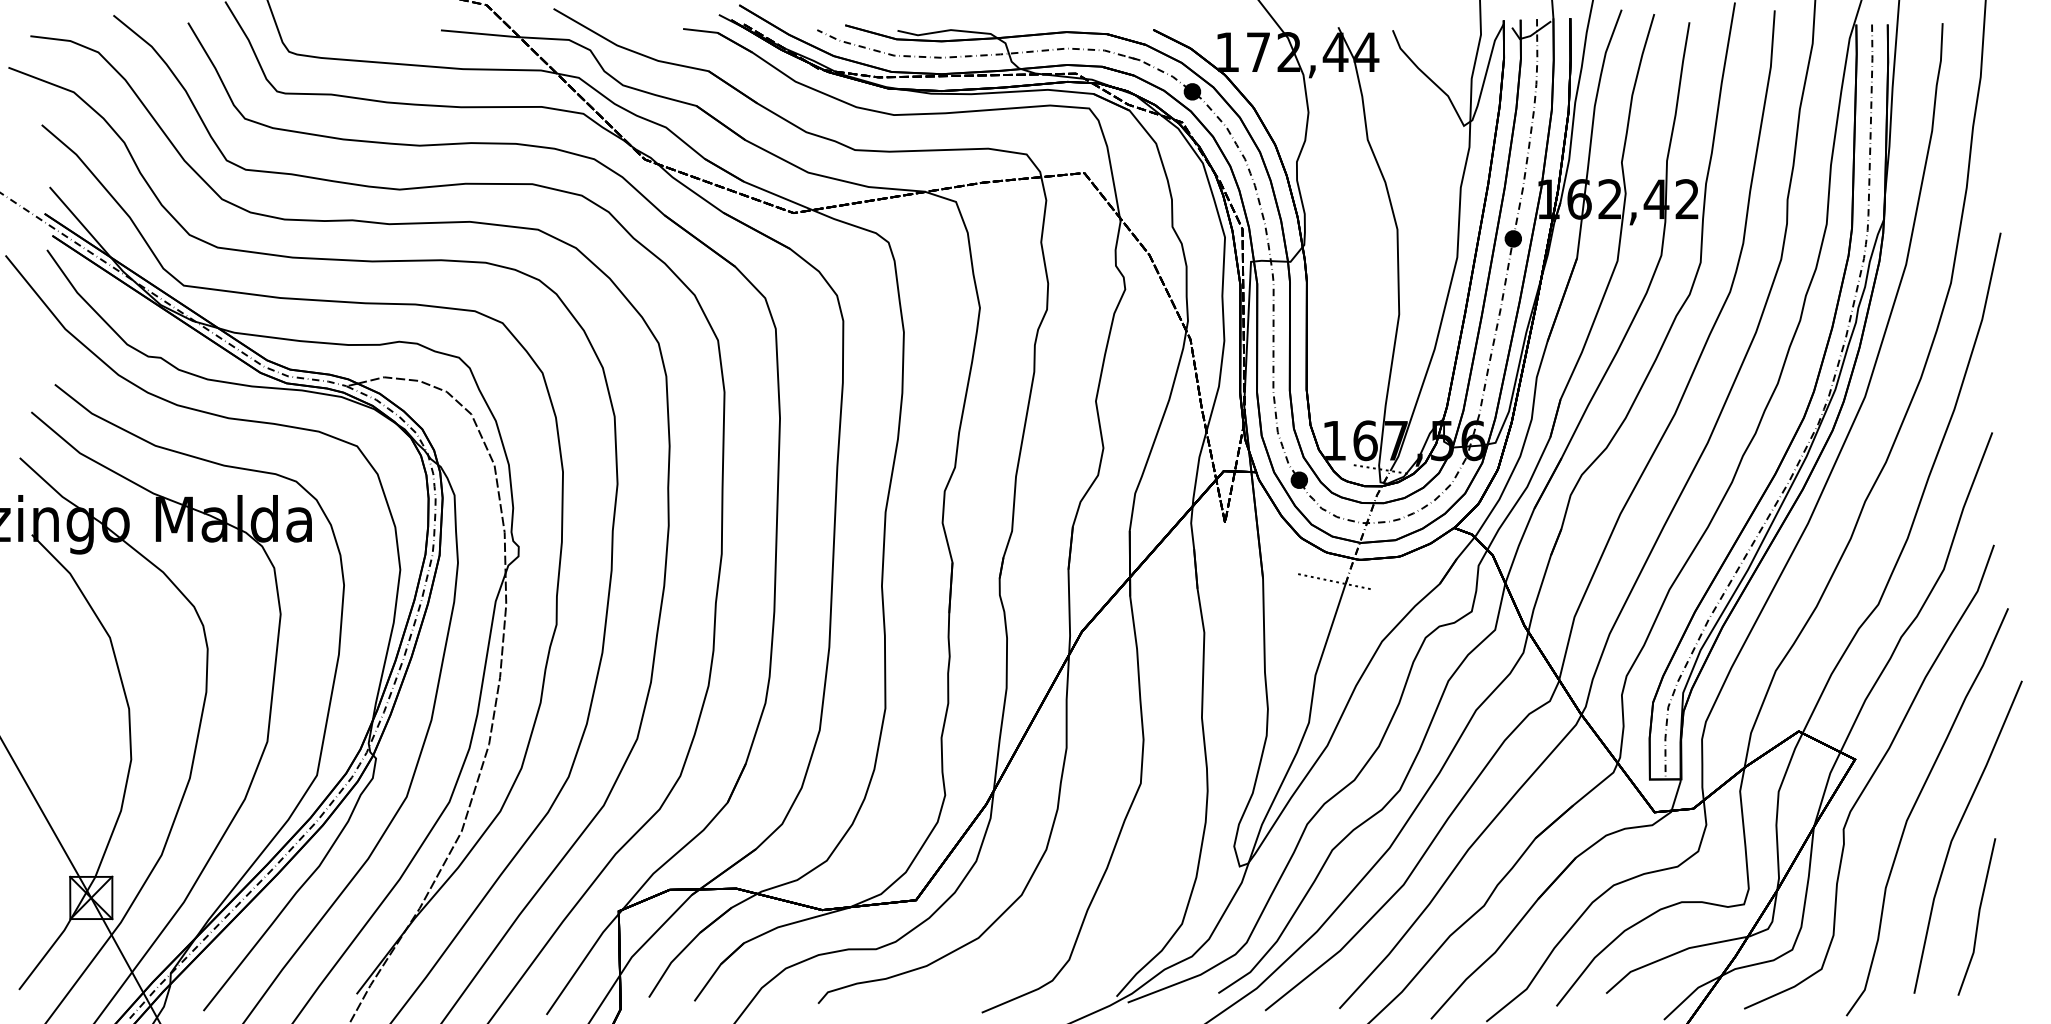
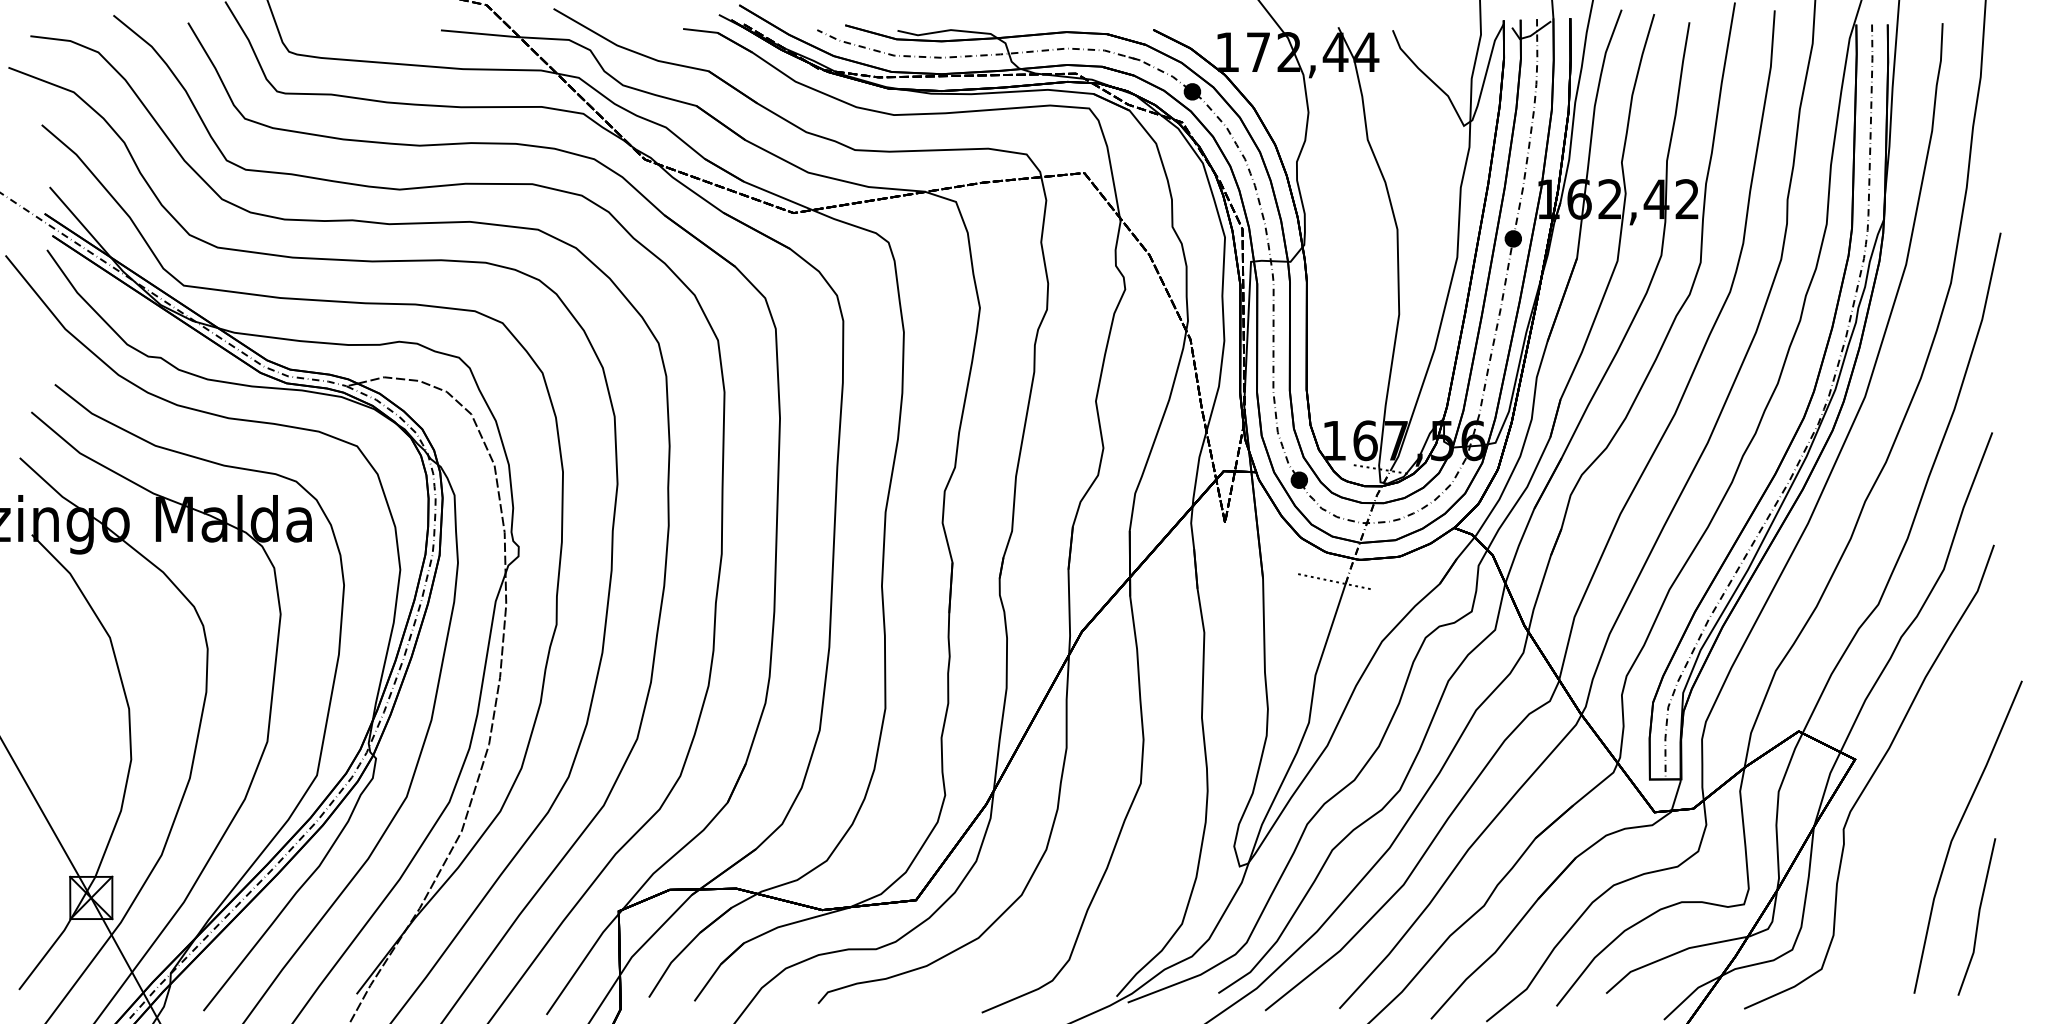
curve at (1914, 807): present -> none
